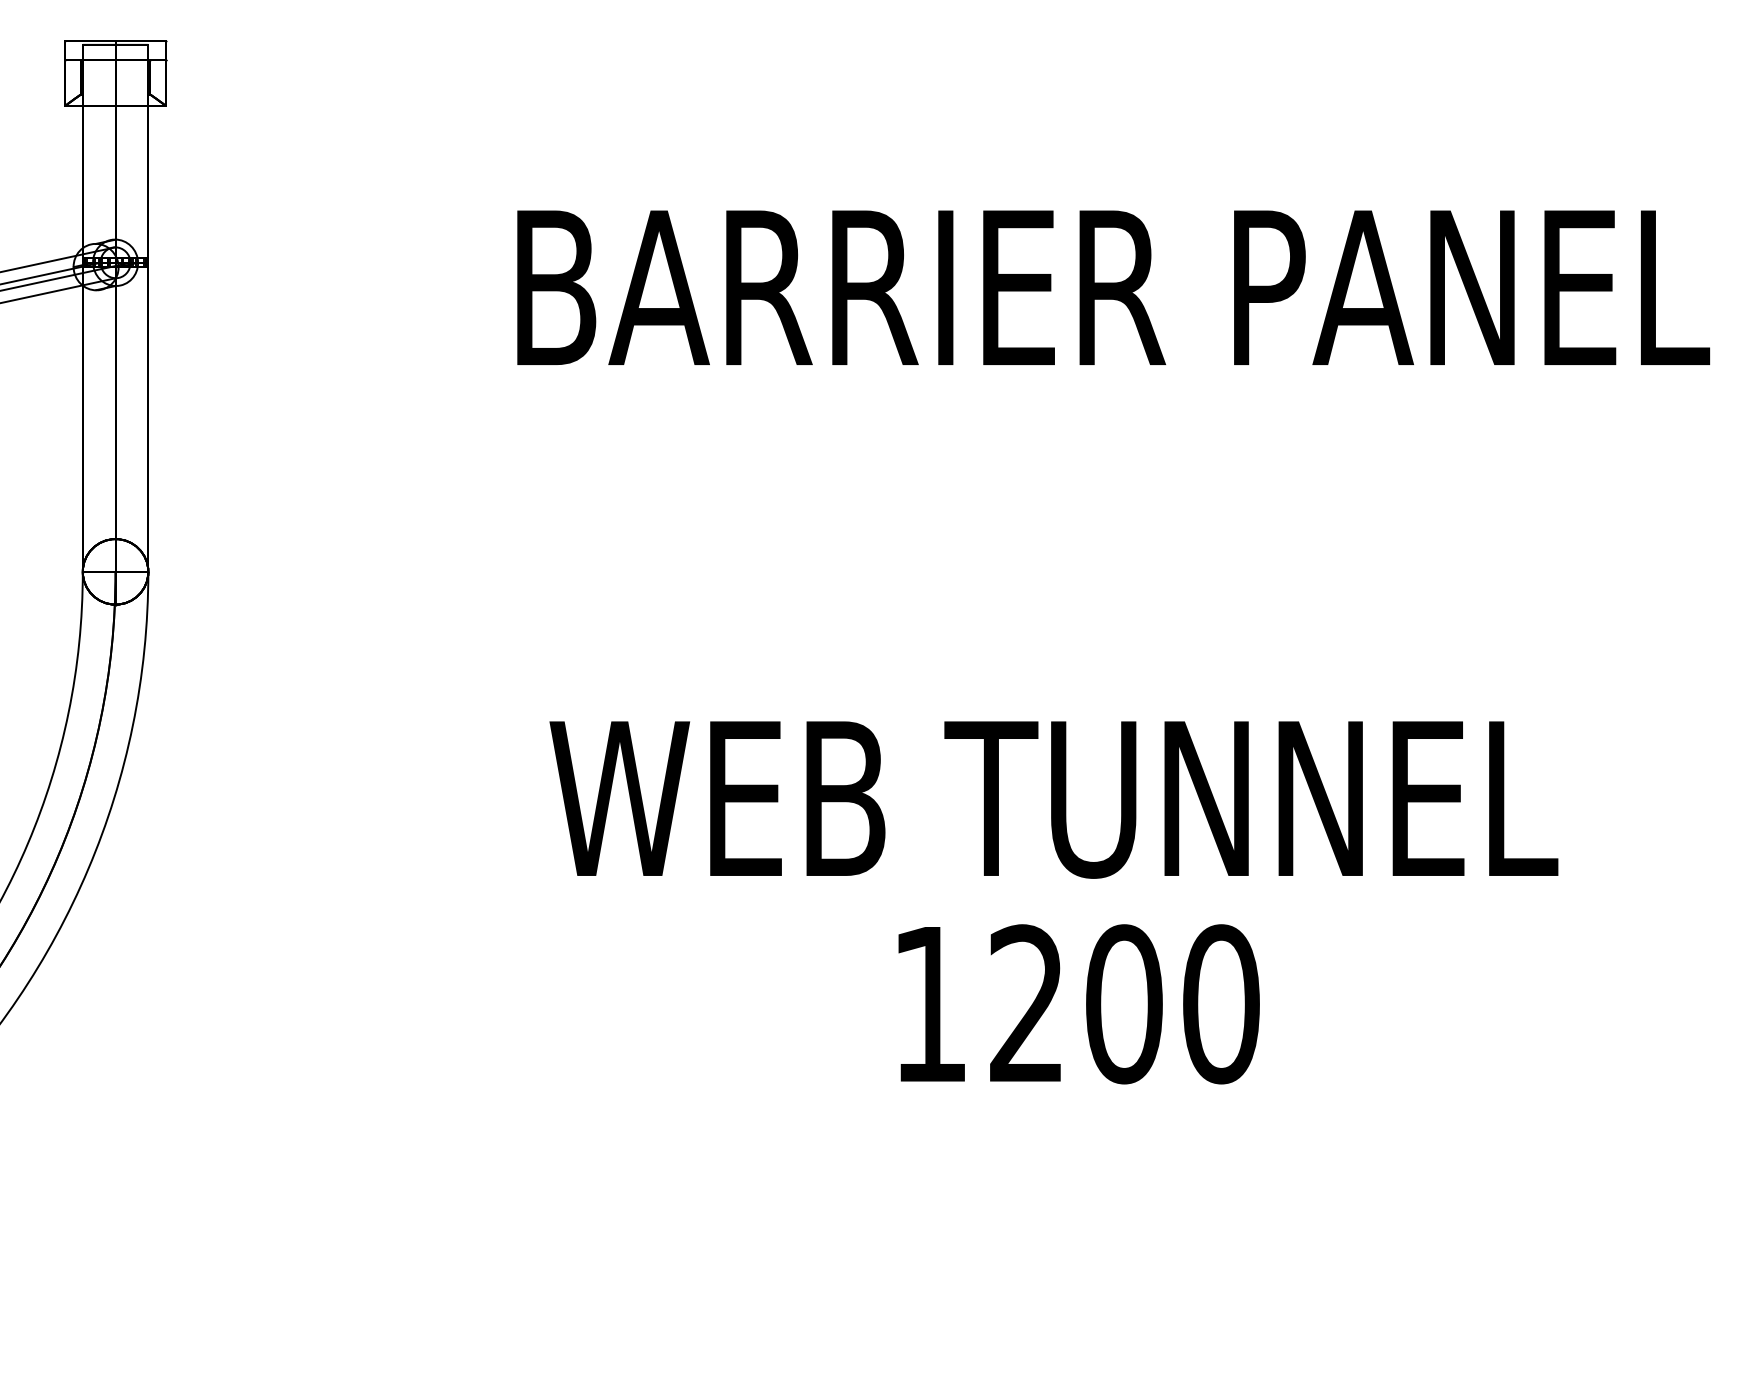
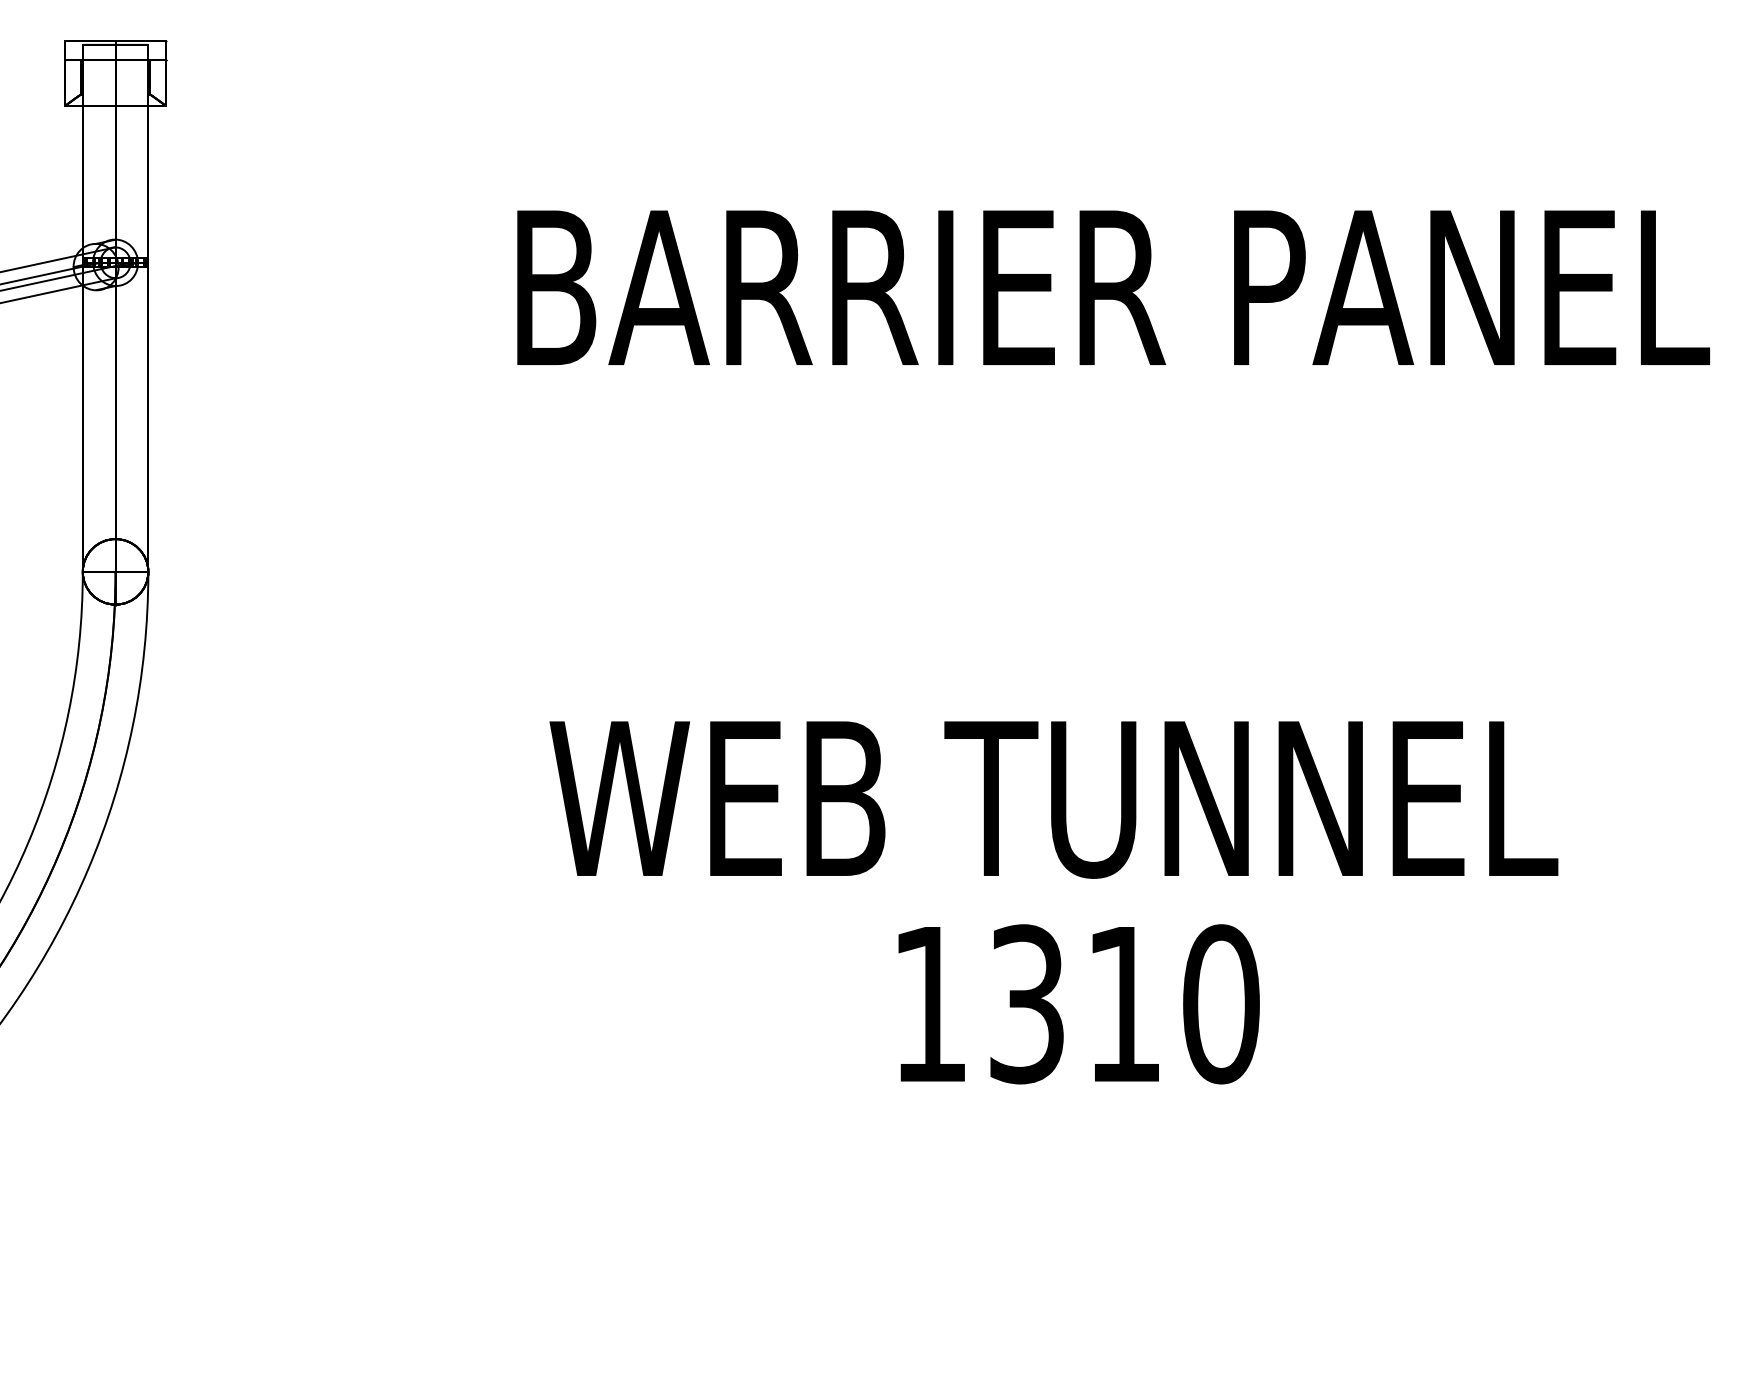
text at (1076, 1004): 1200 -> 1310
